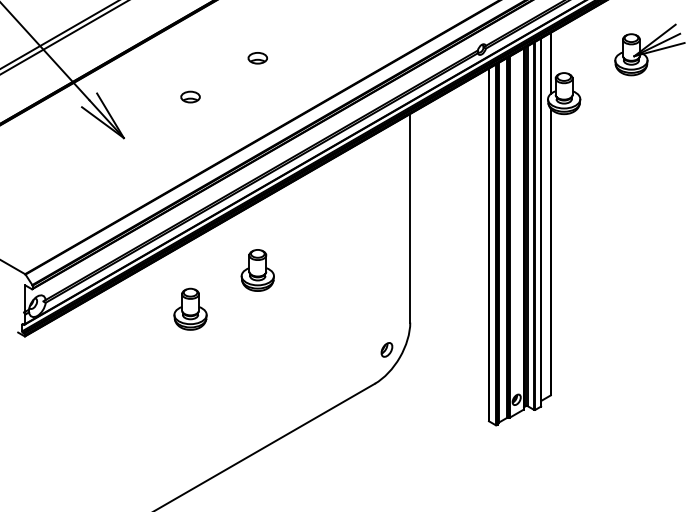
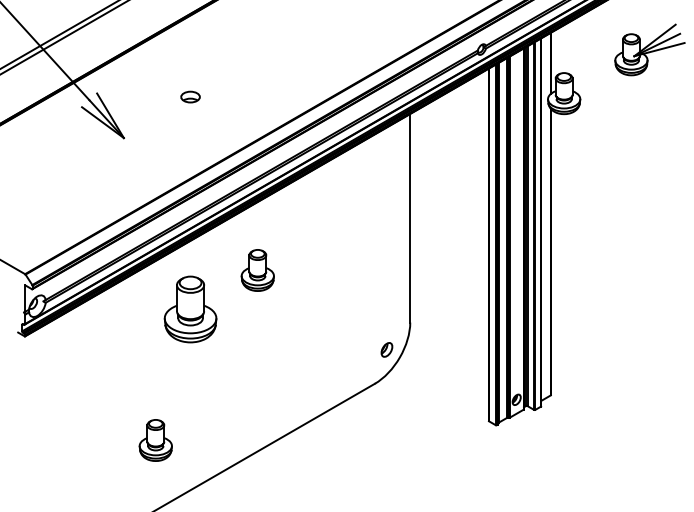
part at (257, 58): present -> none
part at (190, 308) size: 35x44 px -> 55x69 px
part at (155, 440): none -> present
